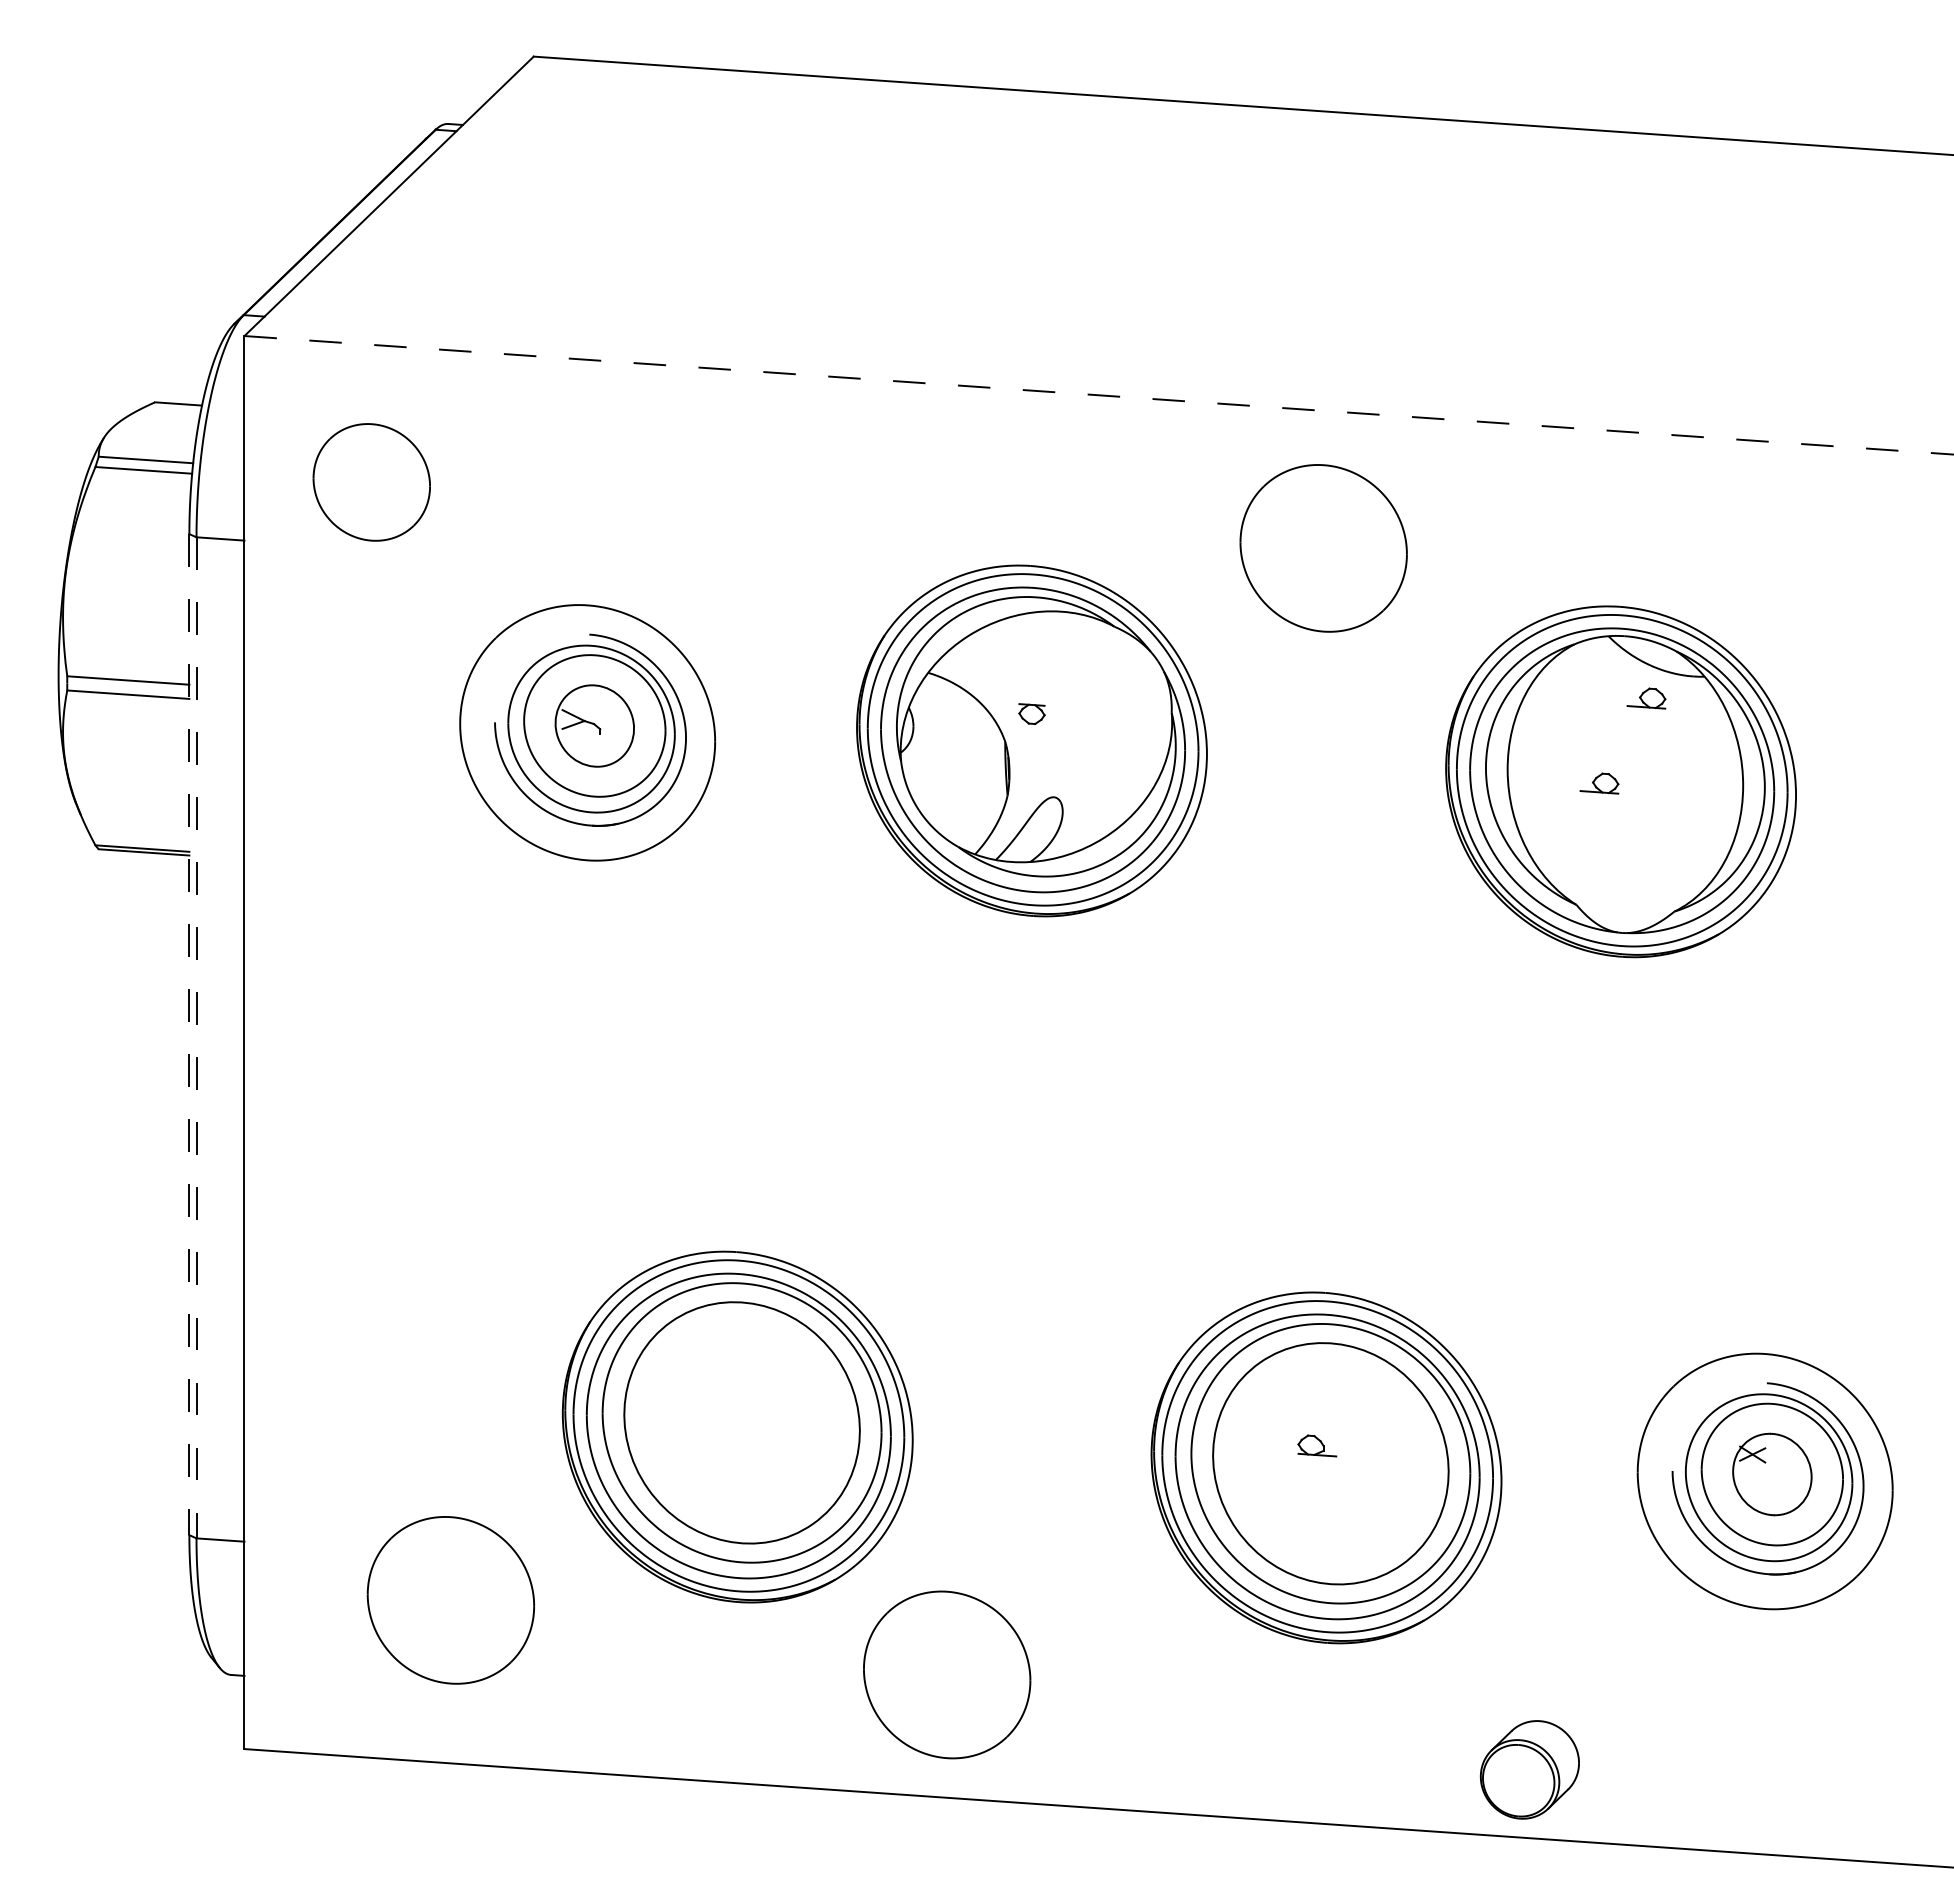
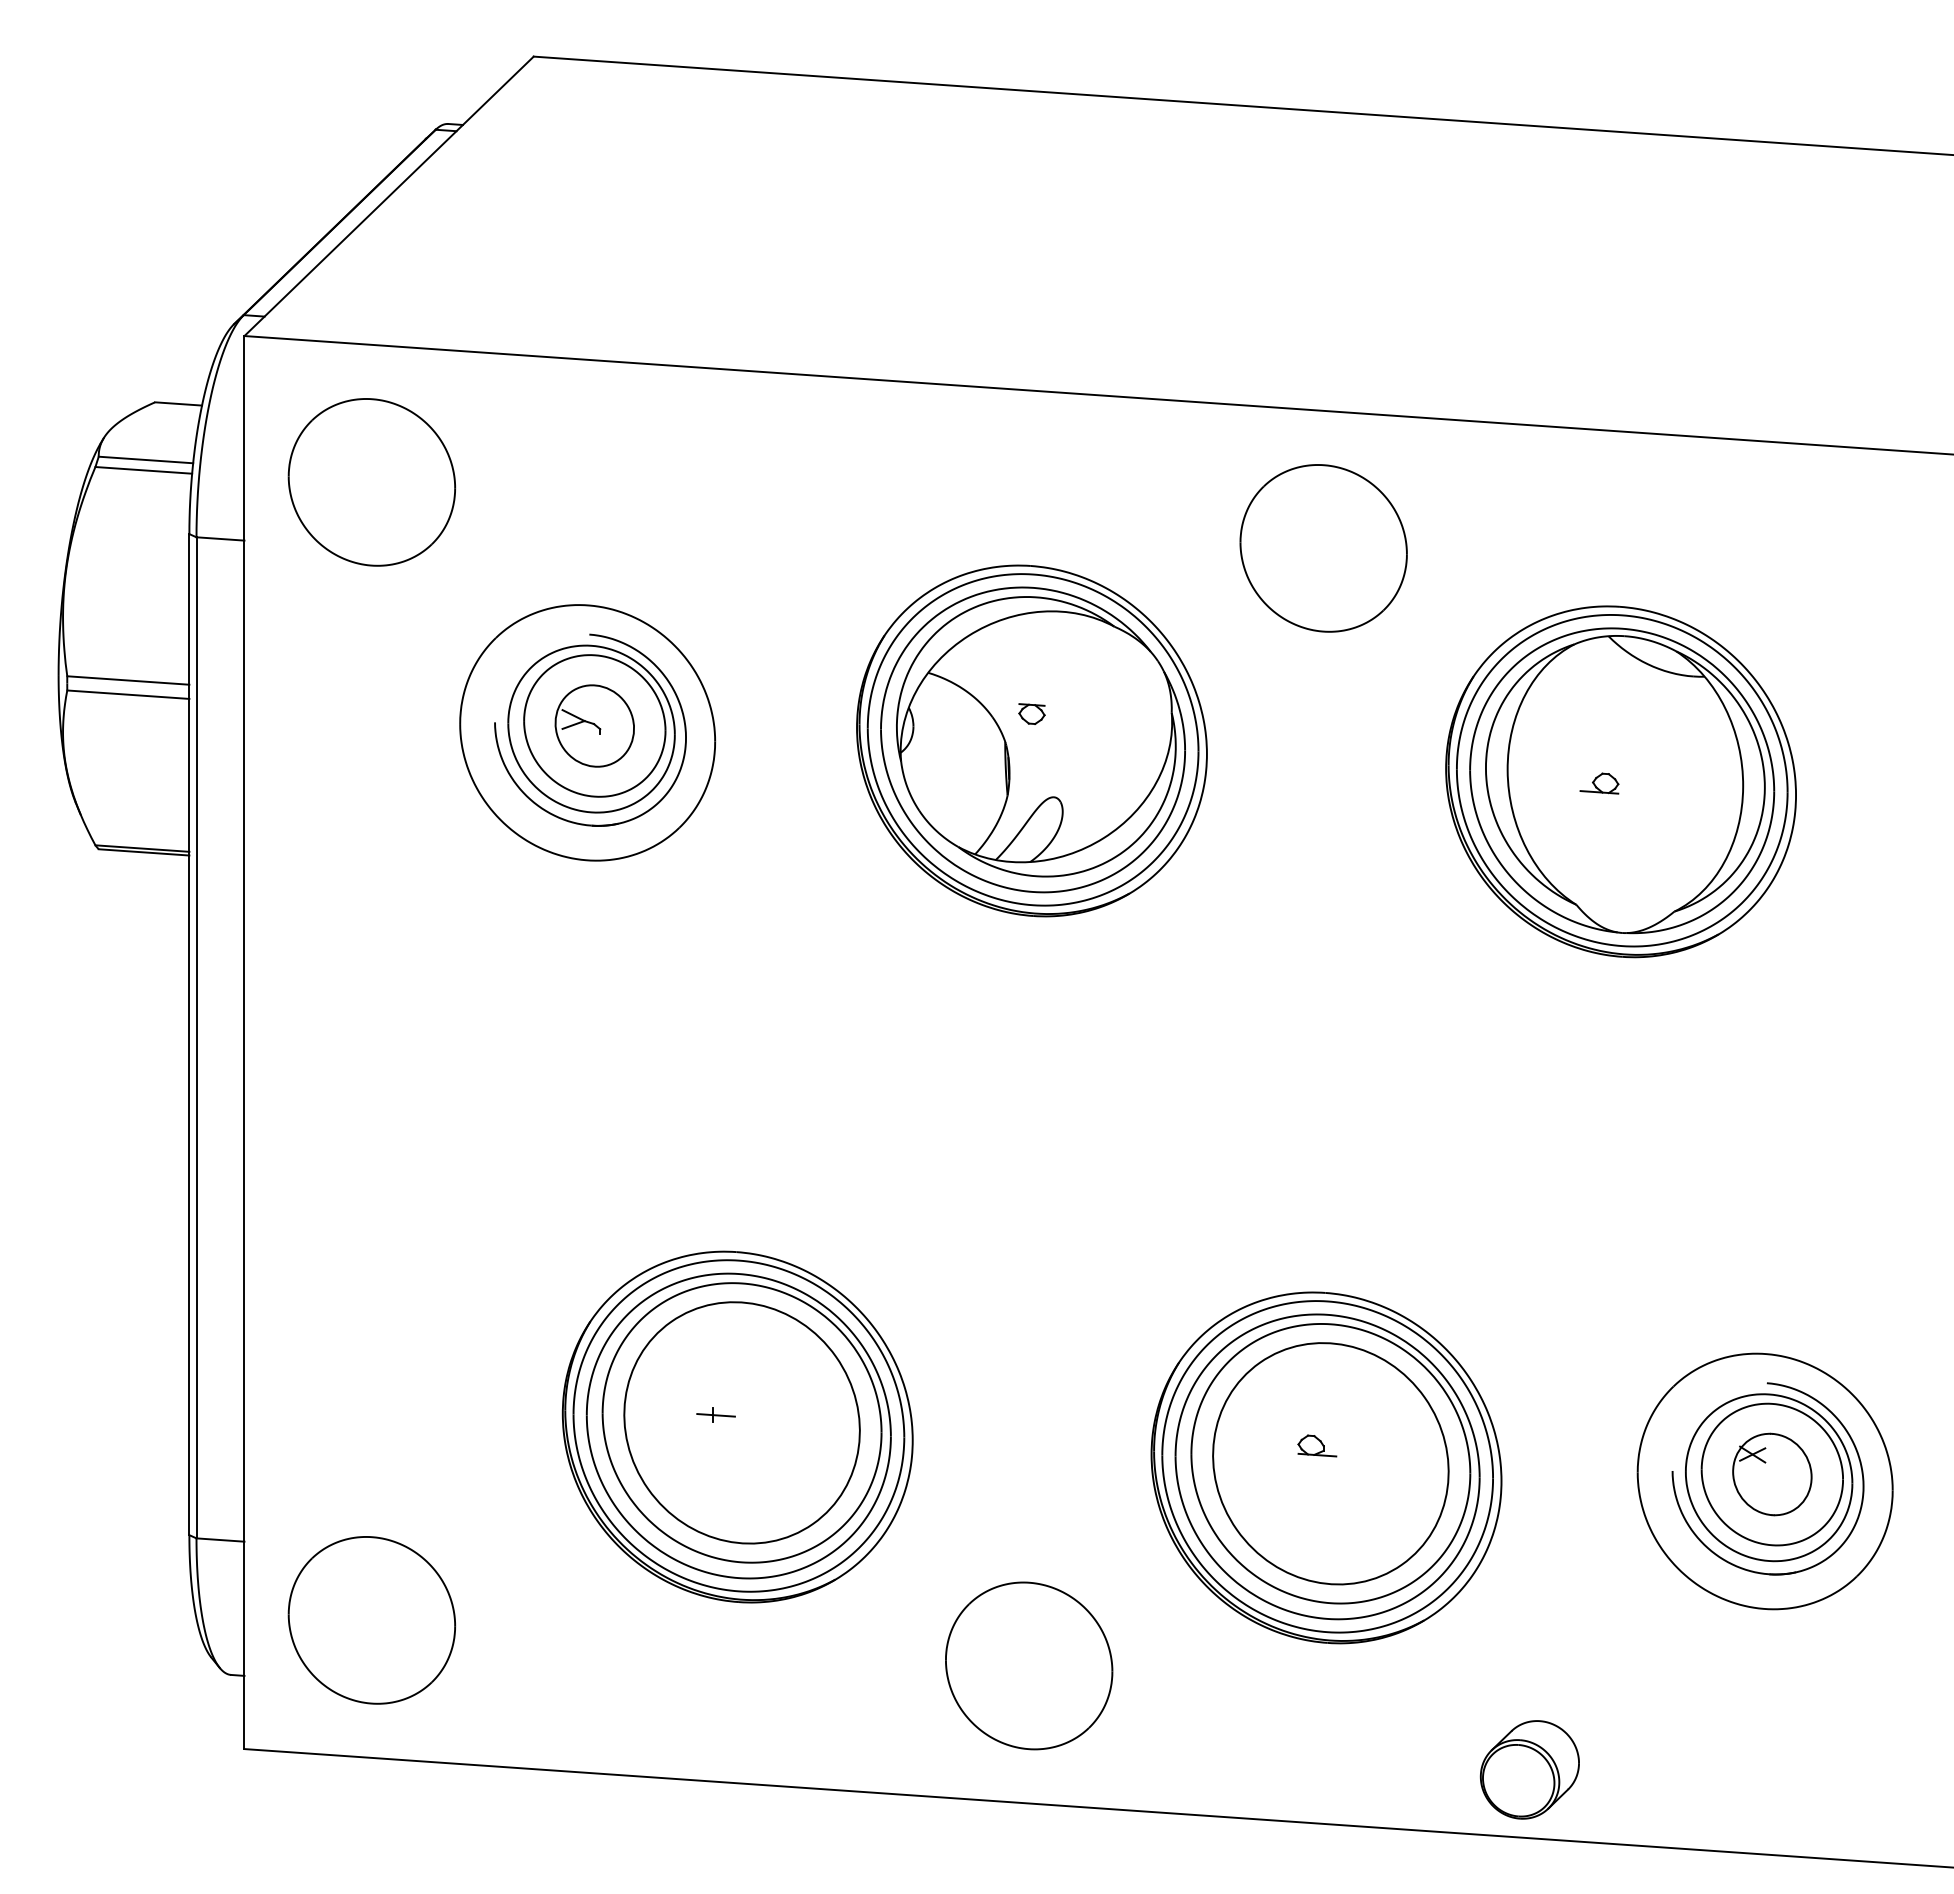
line at (1099, 395): dashed -> solid
part at (371, 482) size: 119x119 px -> 169x169 px
part at (1646, 698): present -> none
line at (189, 1034): dashed -> solid
line at (196, 1037): dashed -> solid
part at (715, 1414): none -> present
part at (450, 1600) position: (450, 1600) -> (371, 1620)
part at (947, 1674) position: (947, 1674) -> (1029, 1665)
